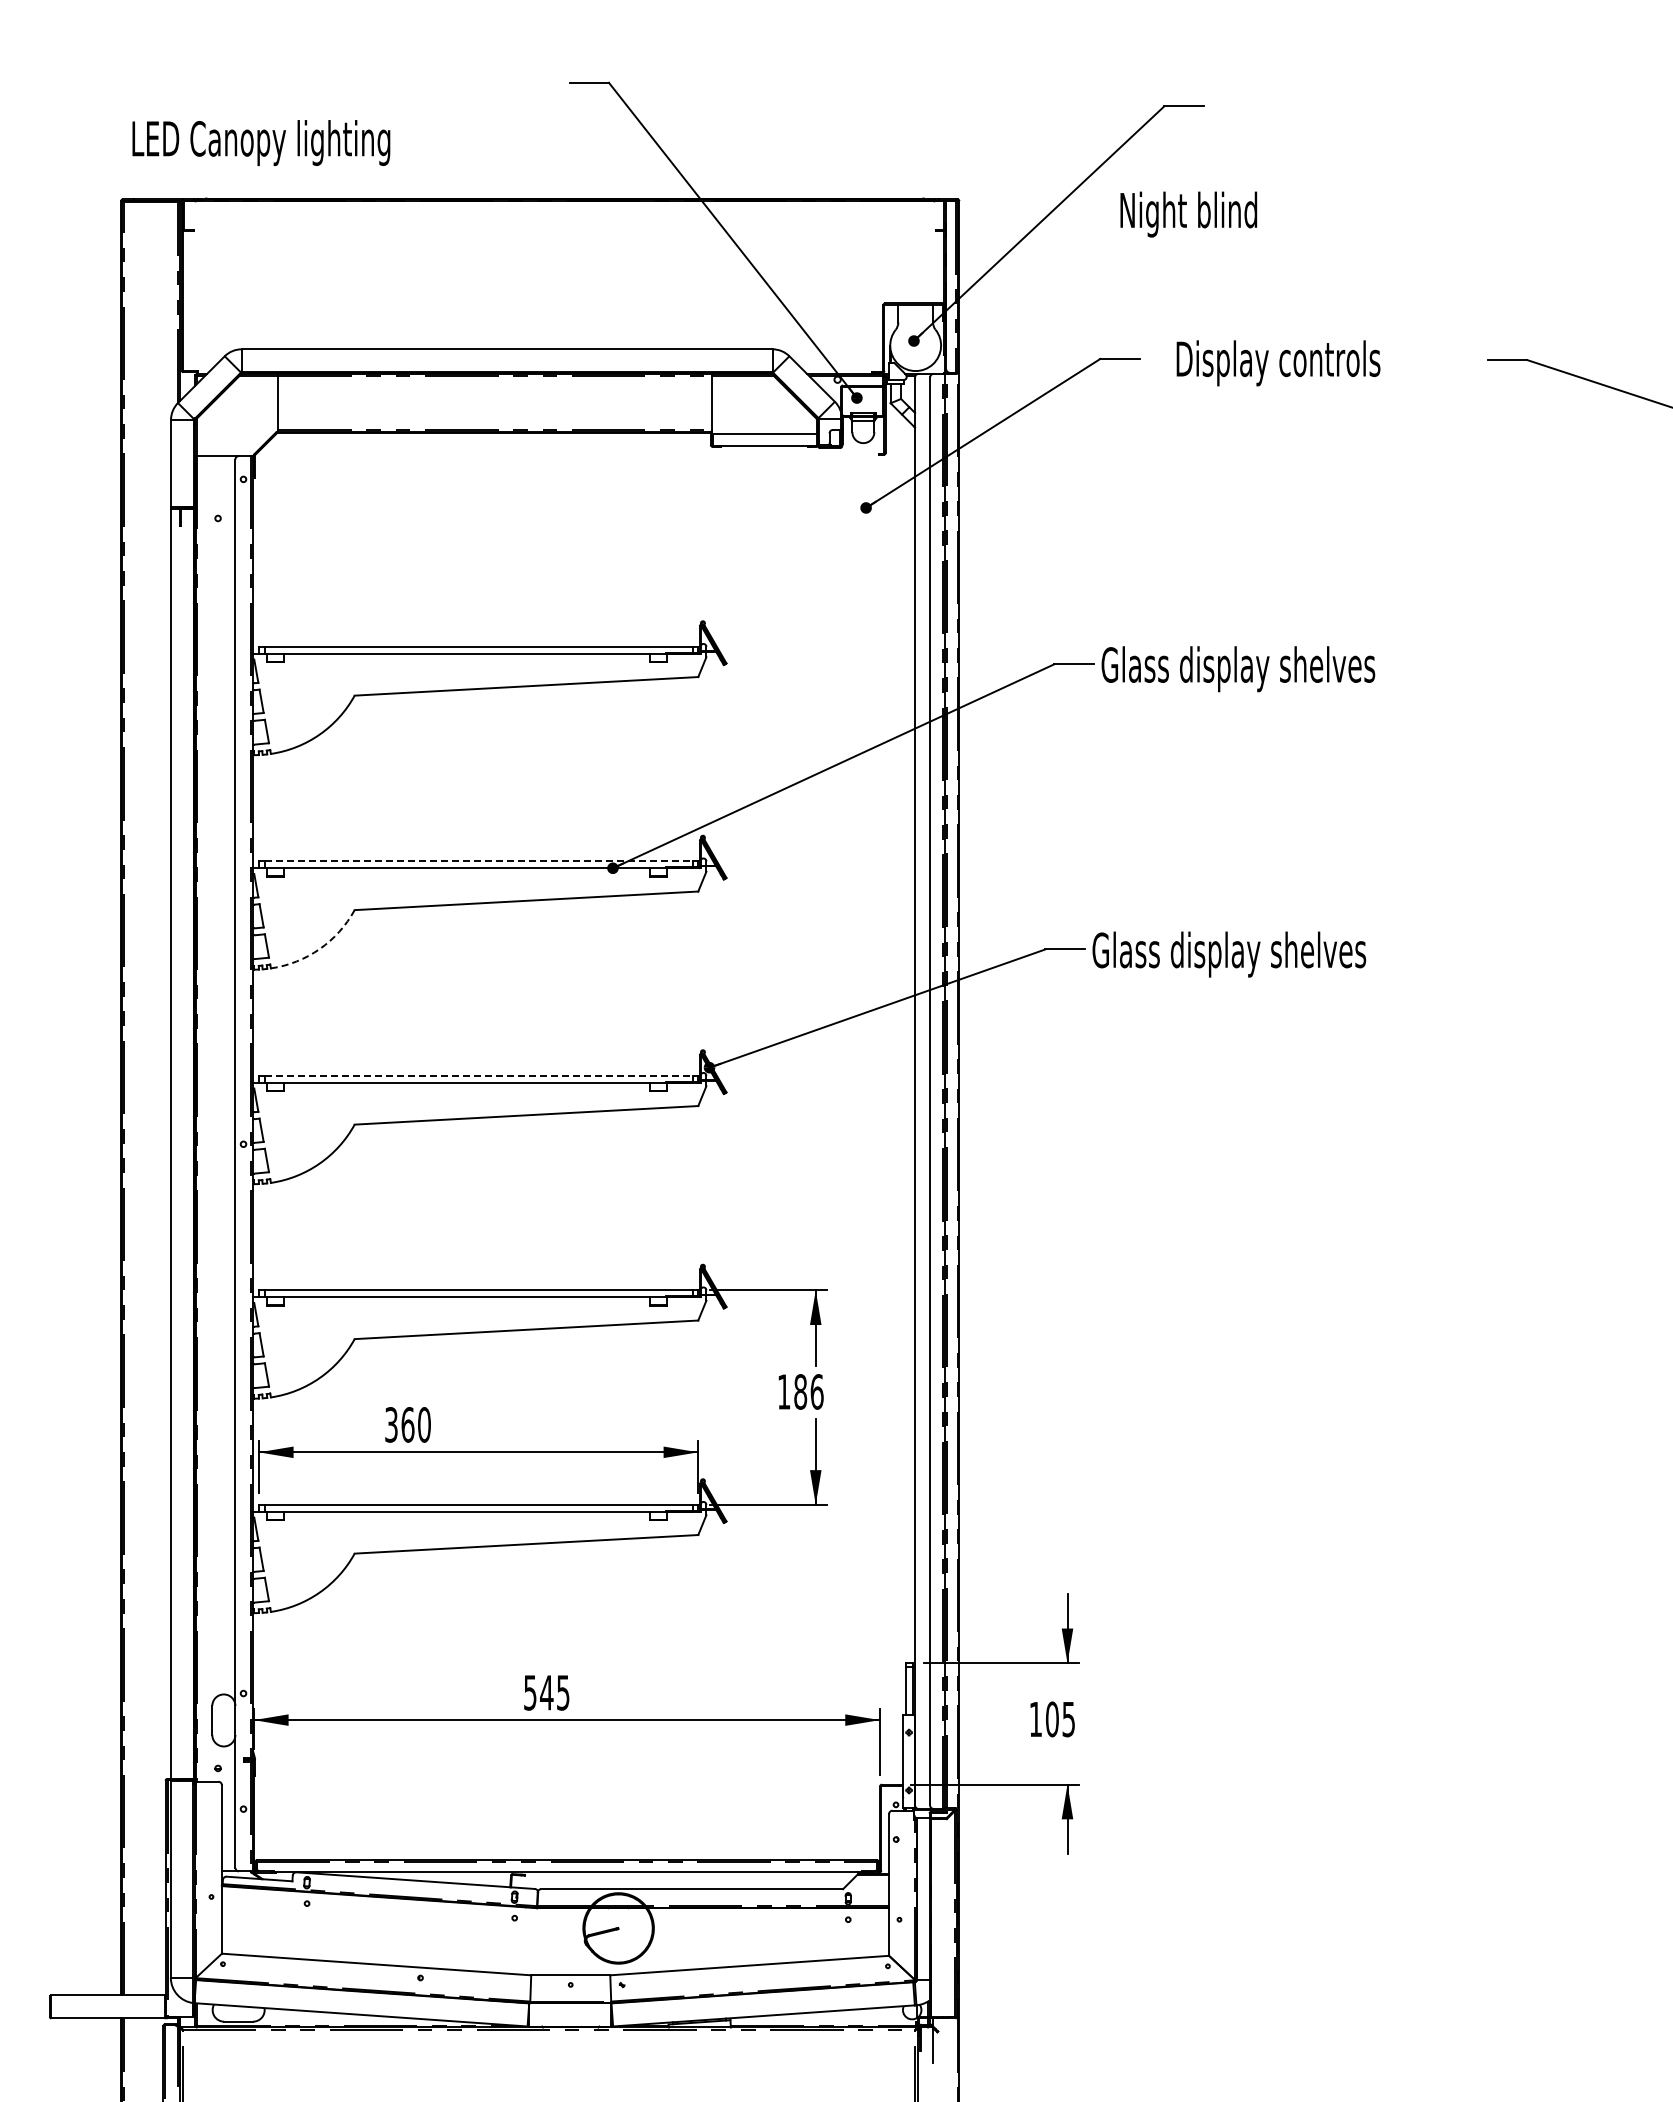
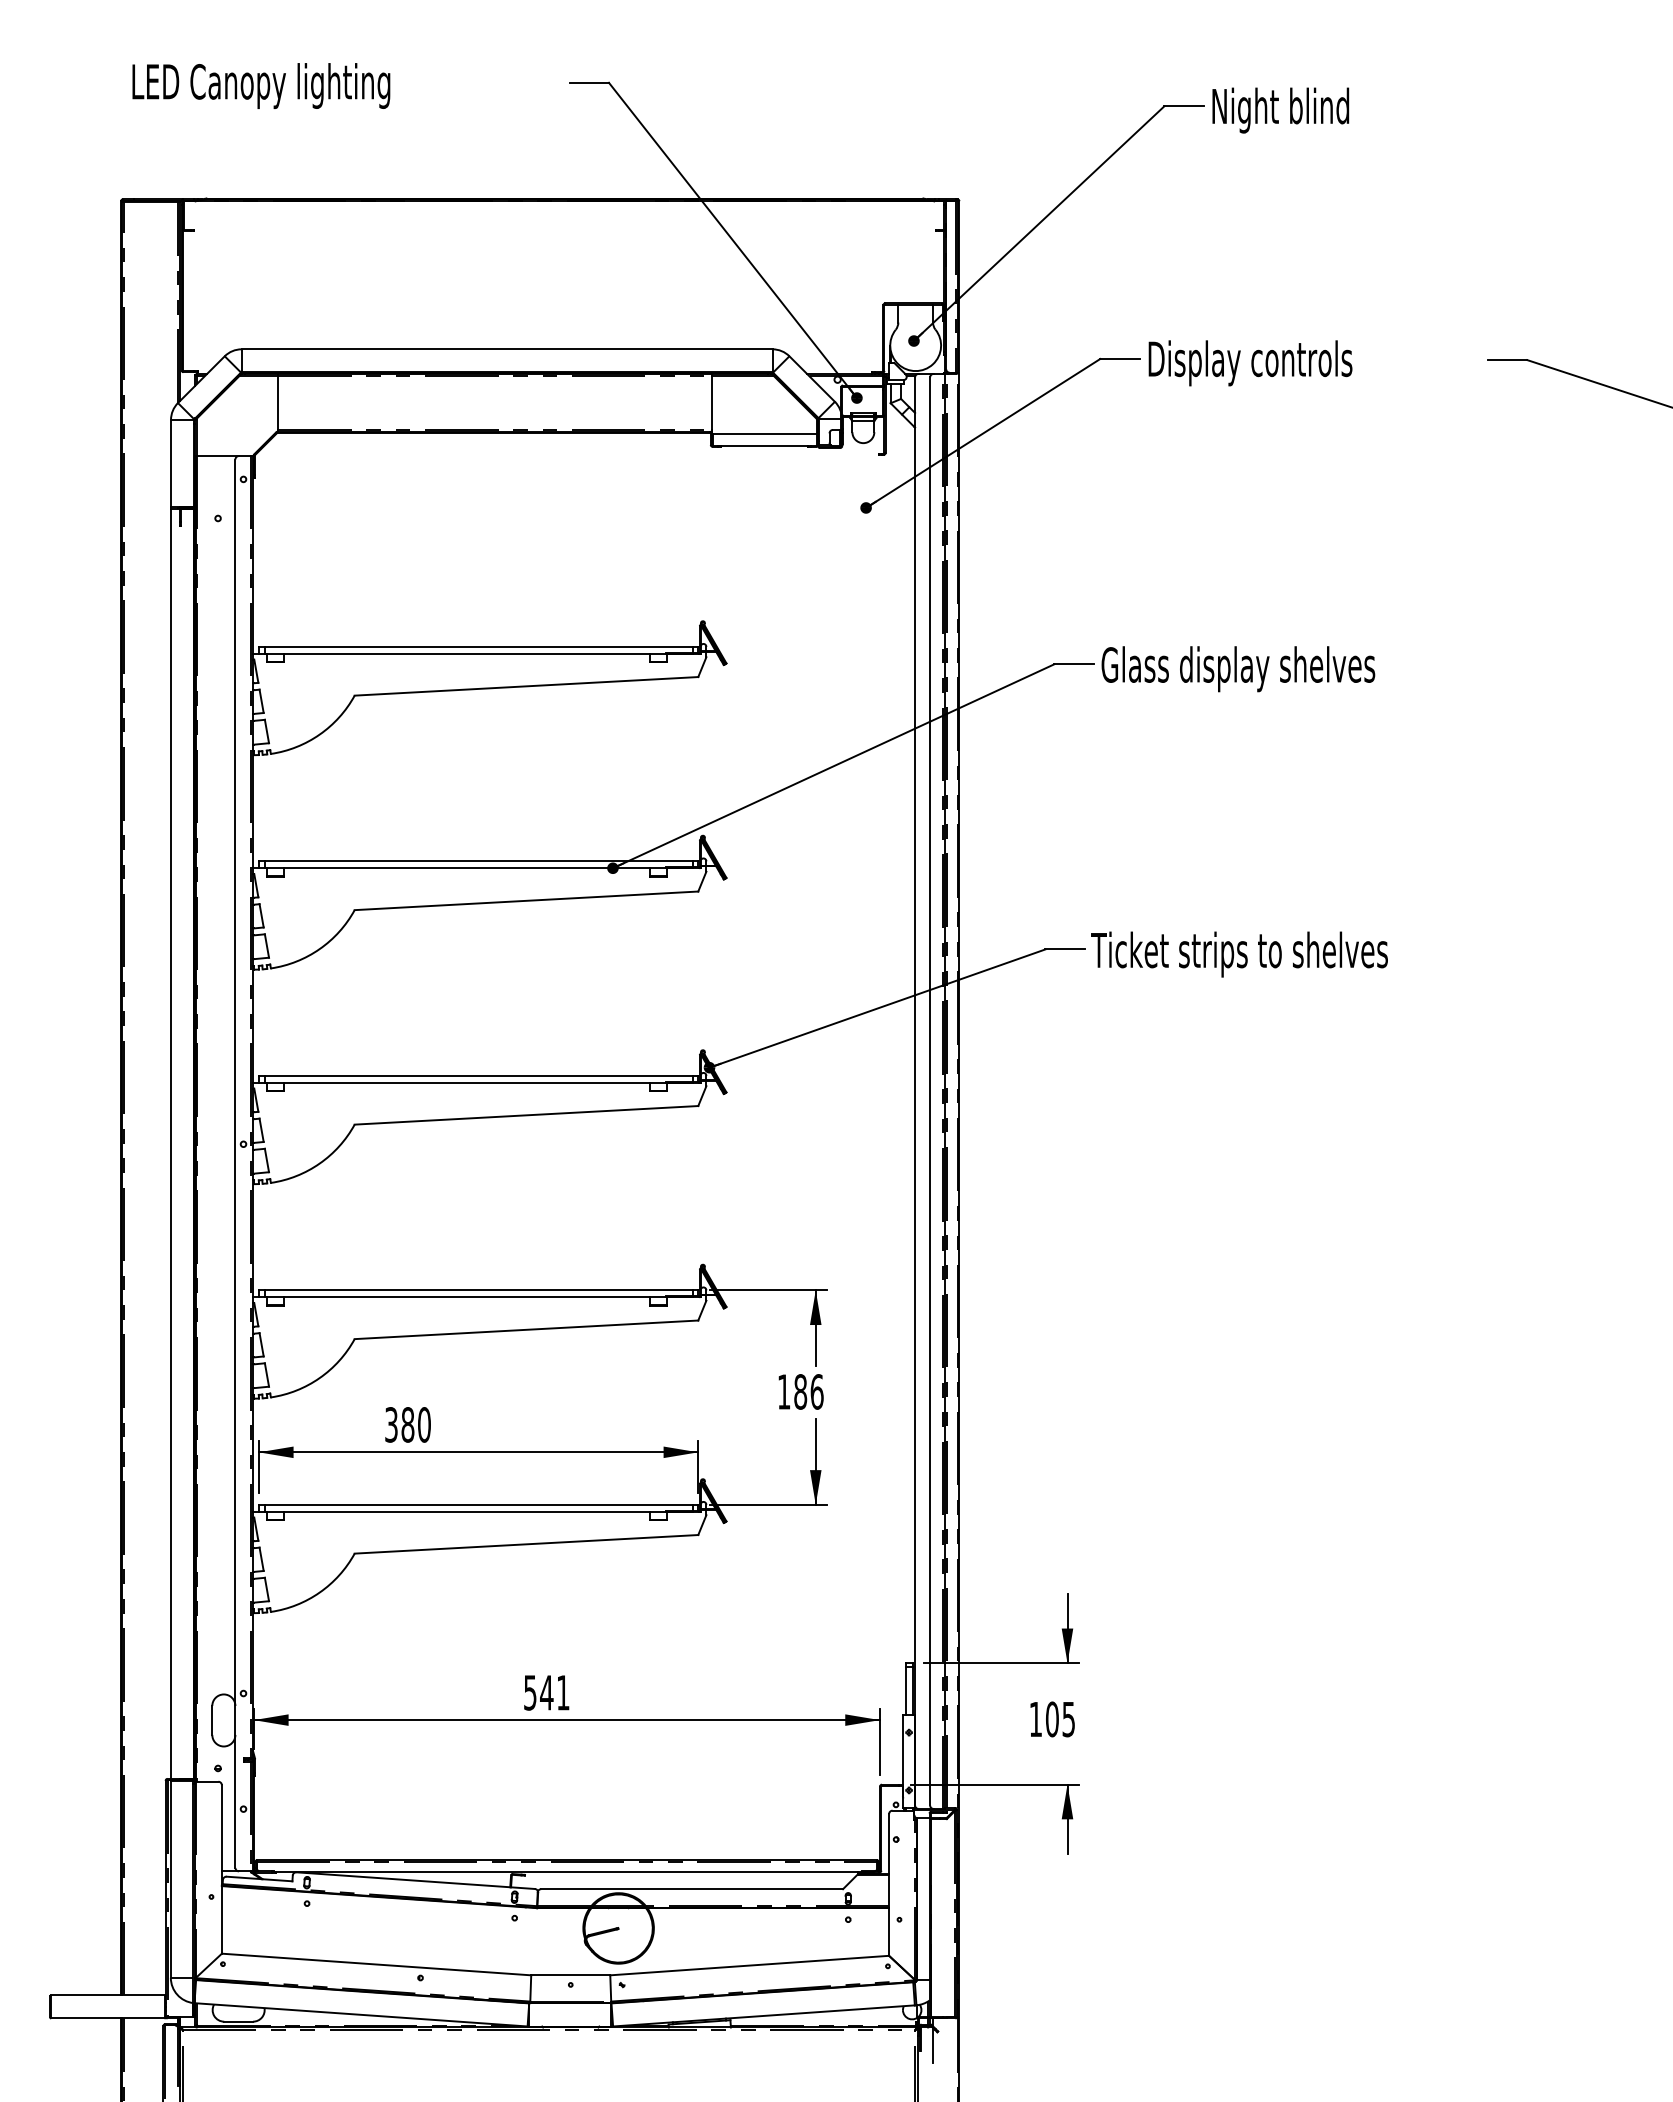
text at (261, 142) position: (261, 142) -> (261, 85)
text at (1188, 214) position: (1188, 214) -> (1280, 110)
text at (1278, 363) position: (1278, 363) -> (1250, 363)
line at (478, 861): dashed -> solid
arc at (319, 949): dashed -> solid
text at (1239, 954): Glass display shelves -> Ticket strips to shelves
line at (478, 1075): dashed -> solid
text at (407, 1424): 360 -> 380
text at (563, 1692): 545 -> 541
